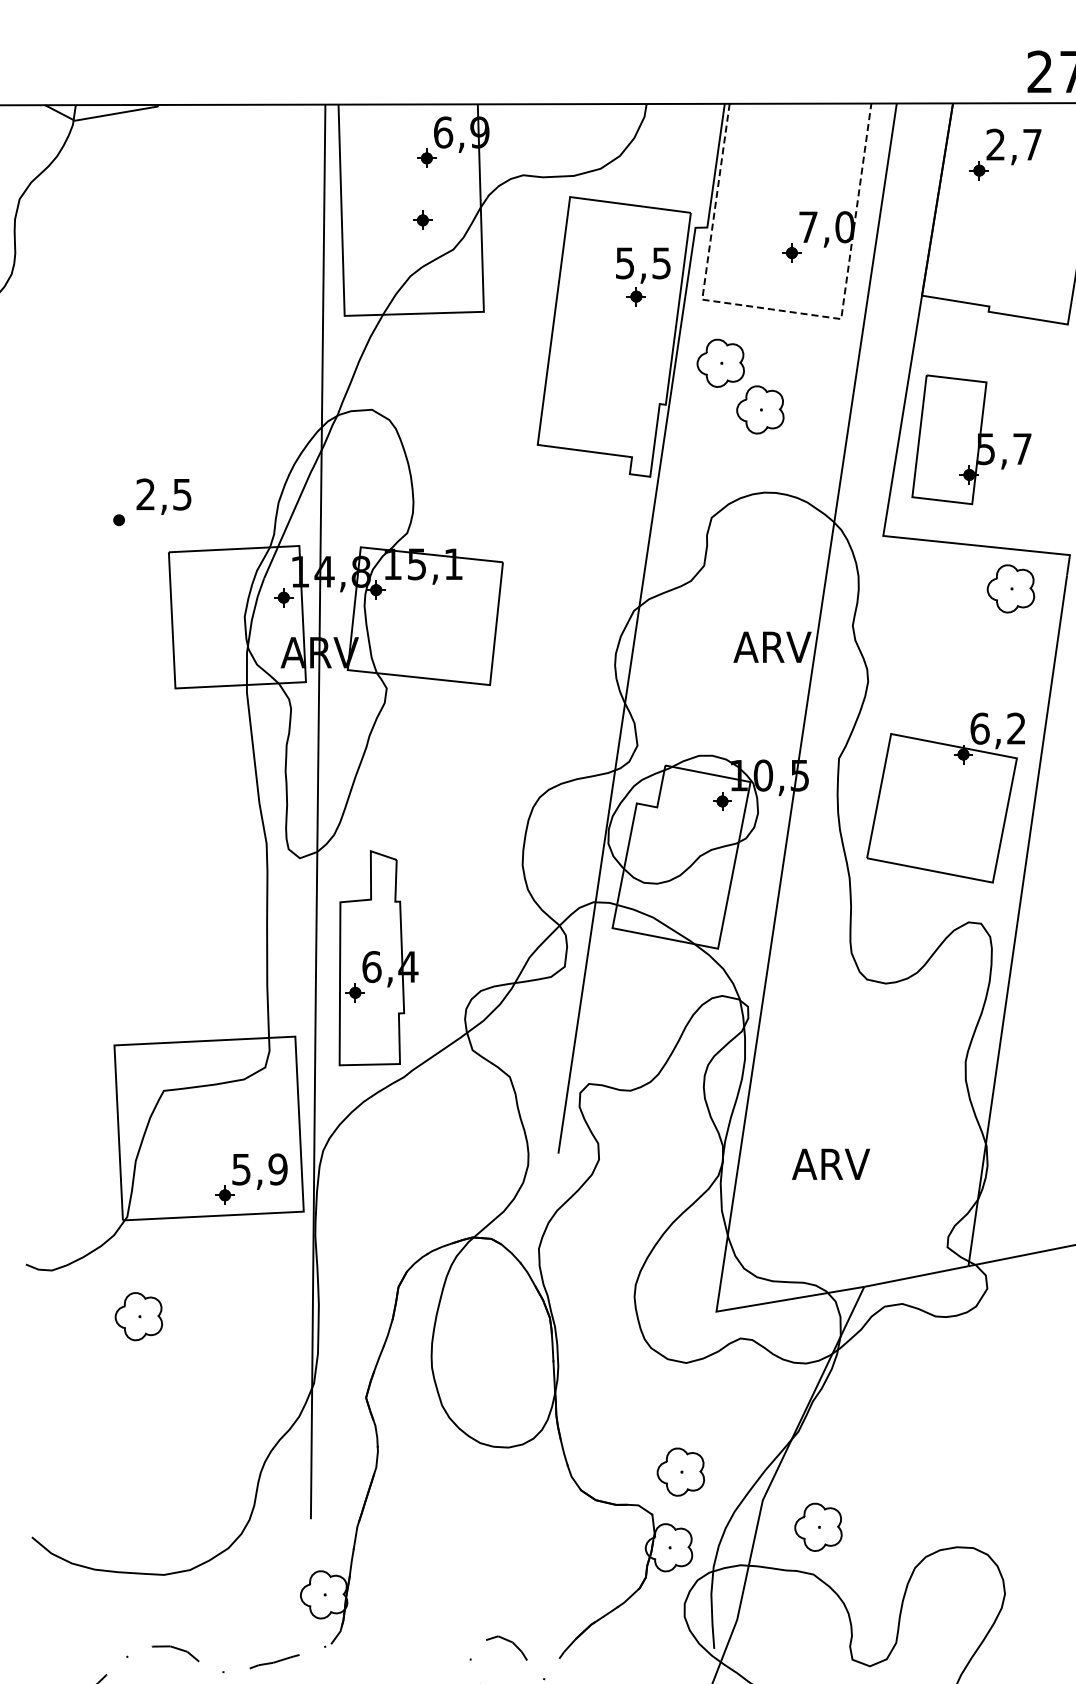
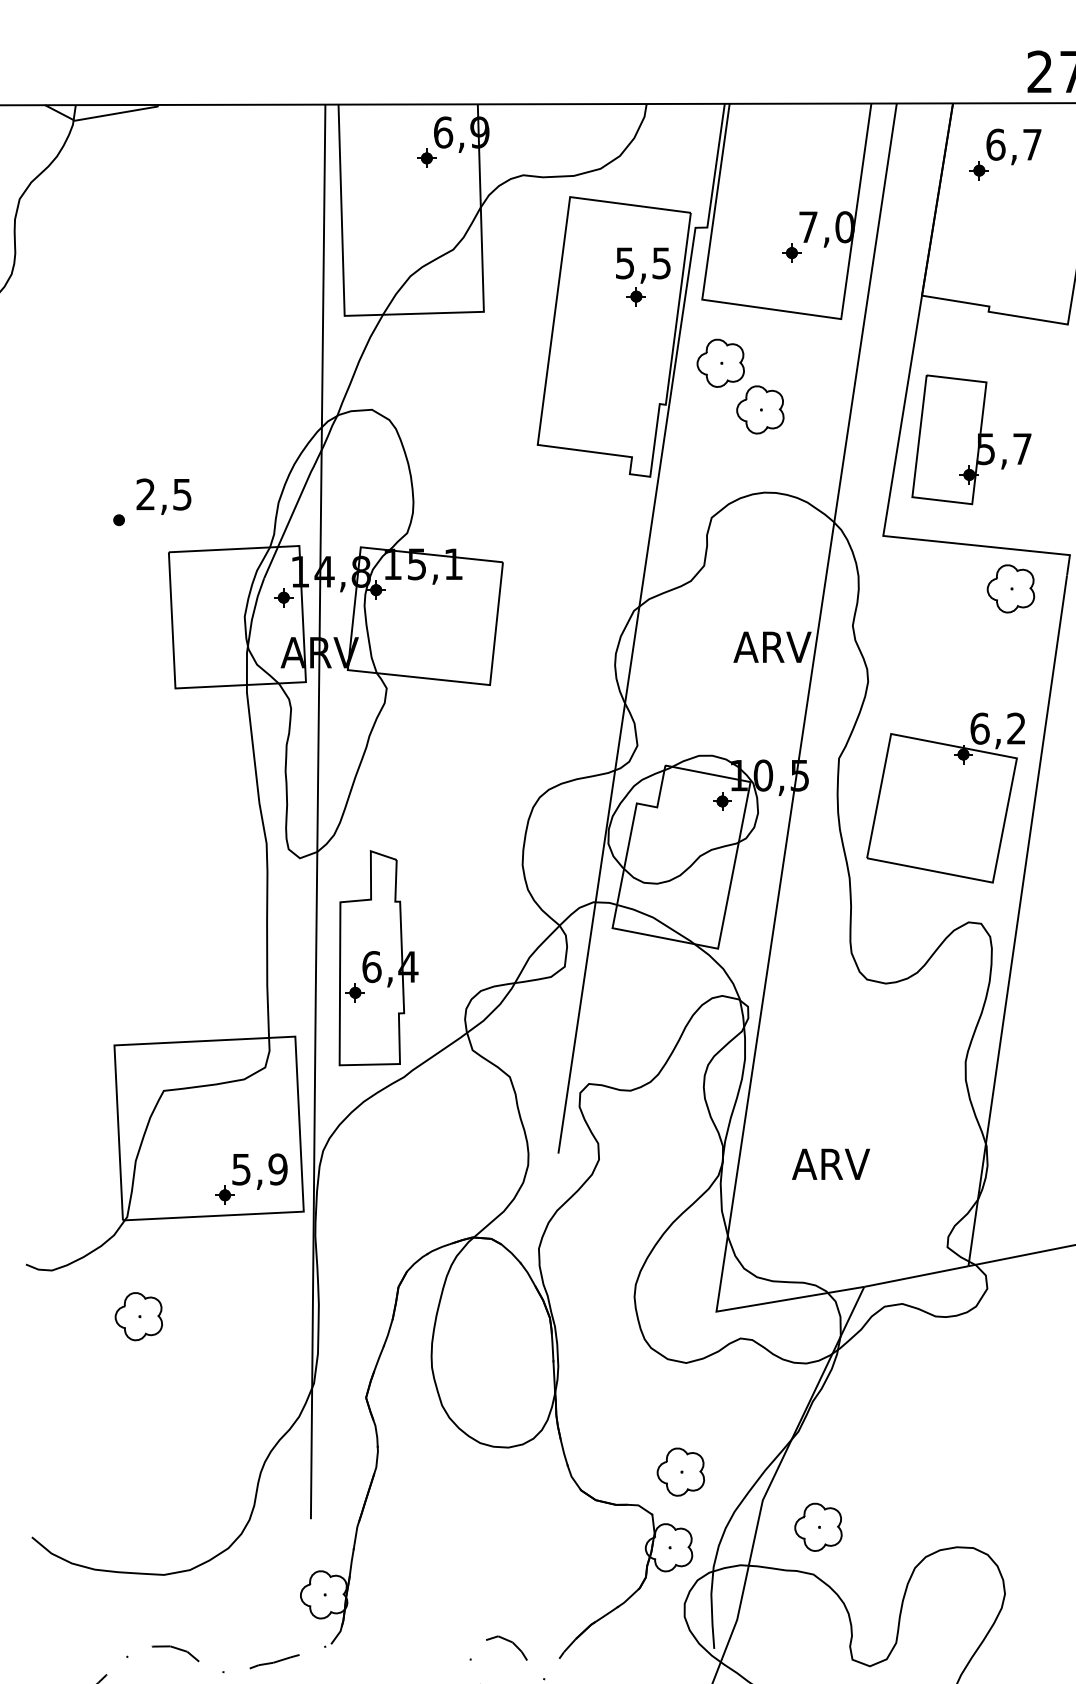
text at (995, 144): 2,7 -> 6,7
part at (422, 219): present -> none
line at (782, 310): dashed -> solid
